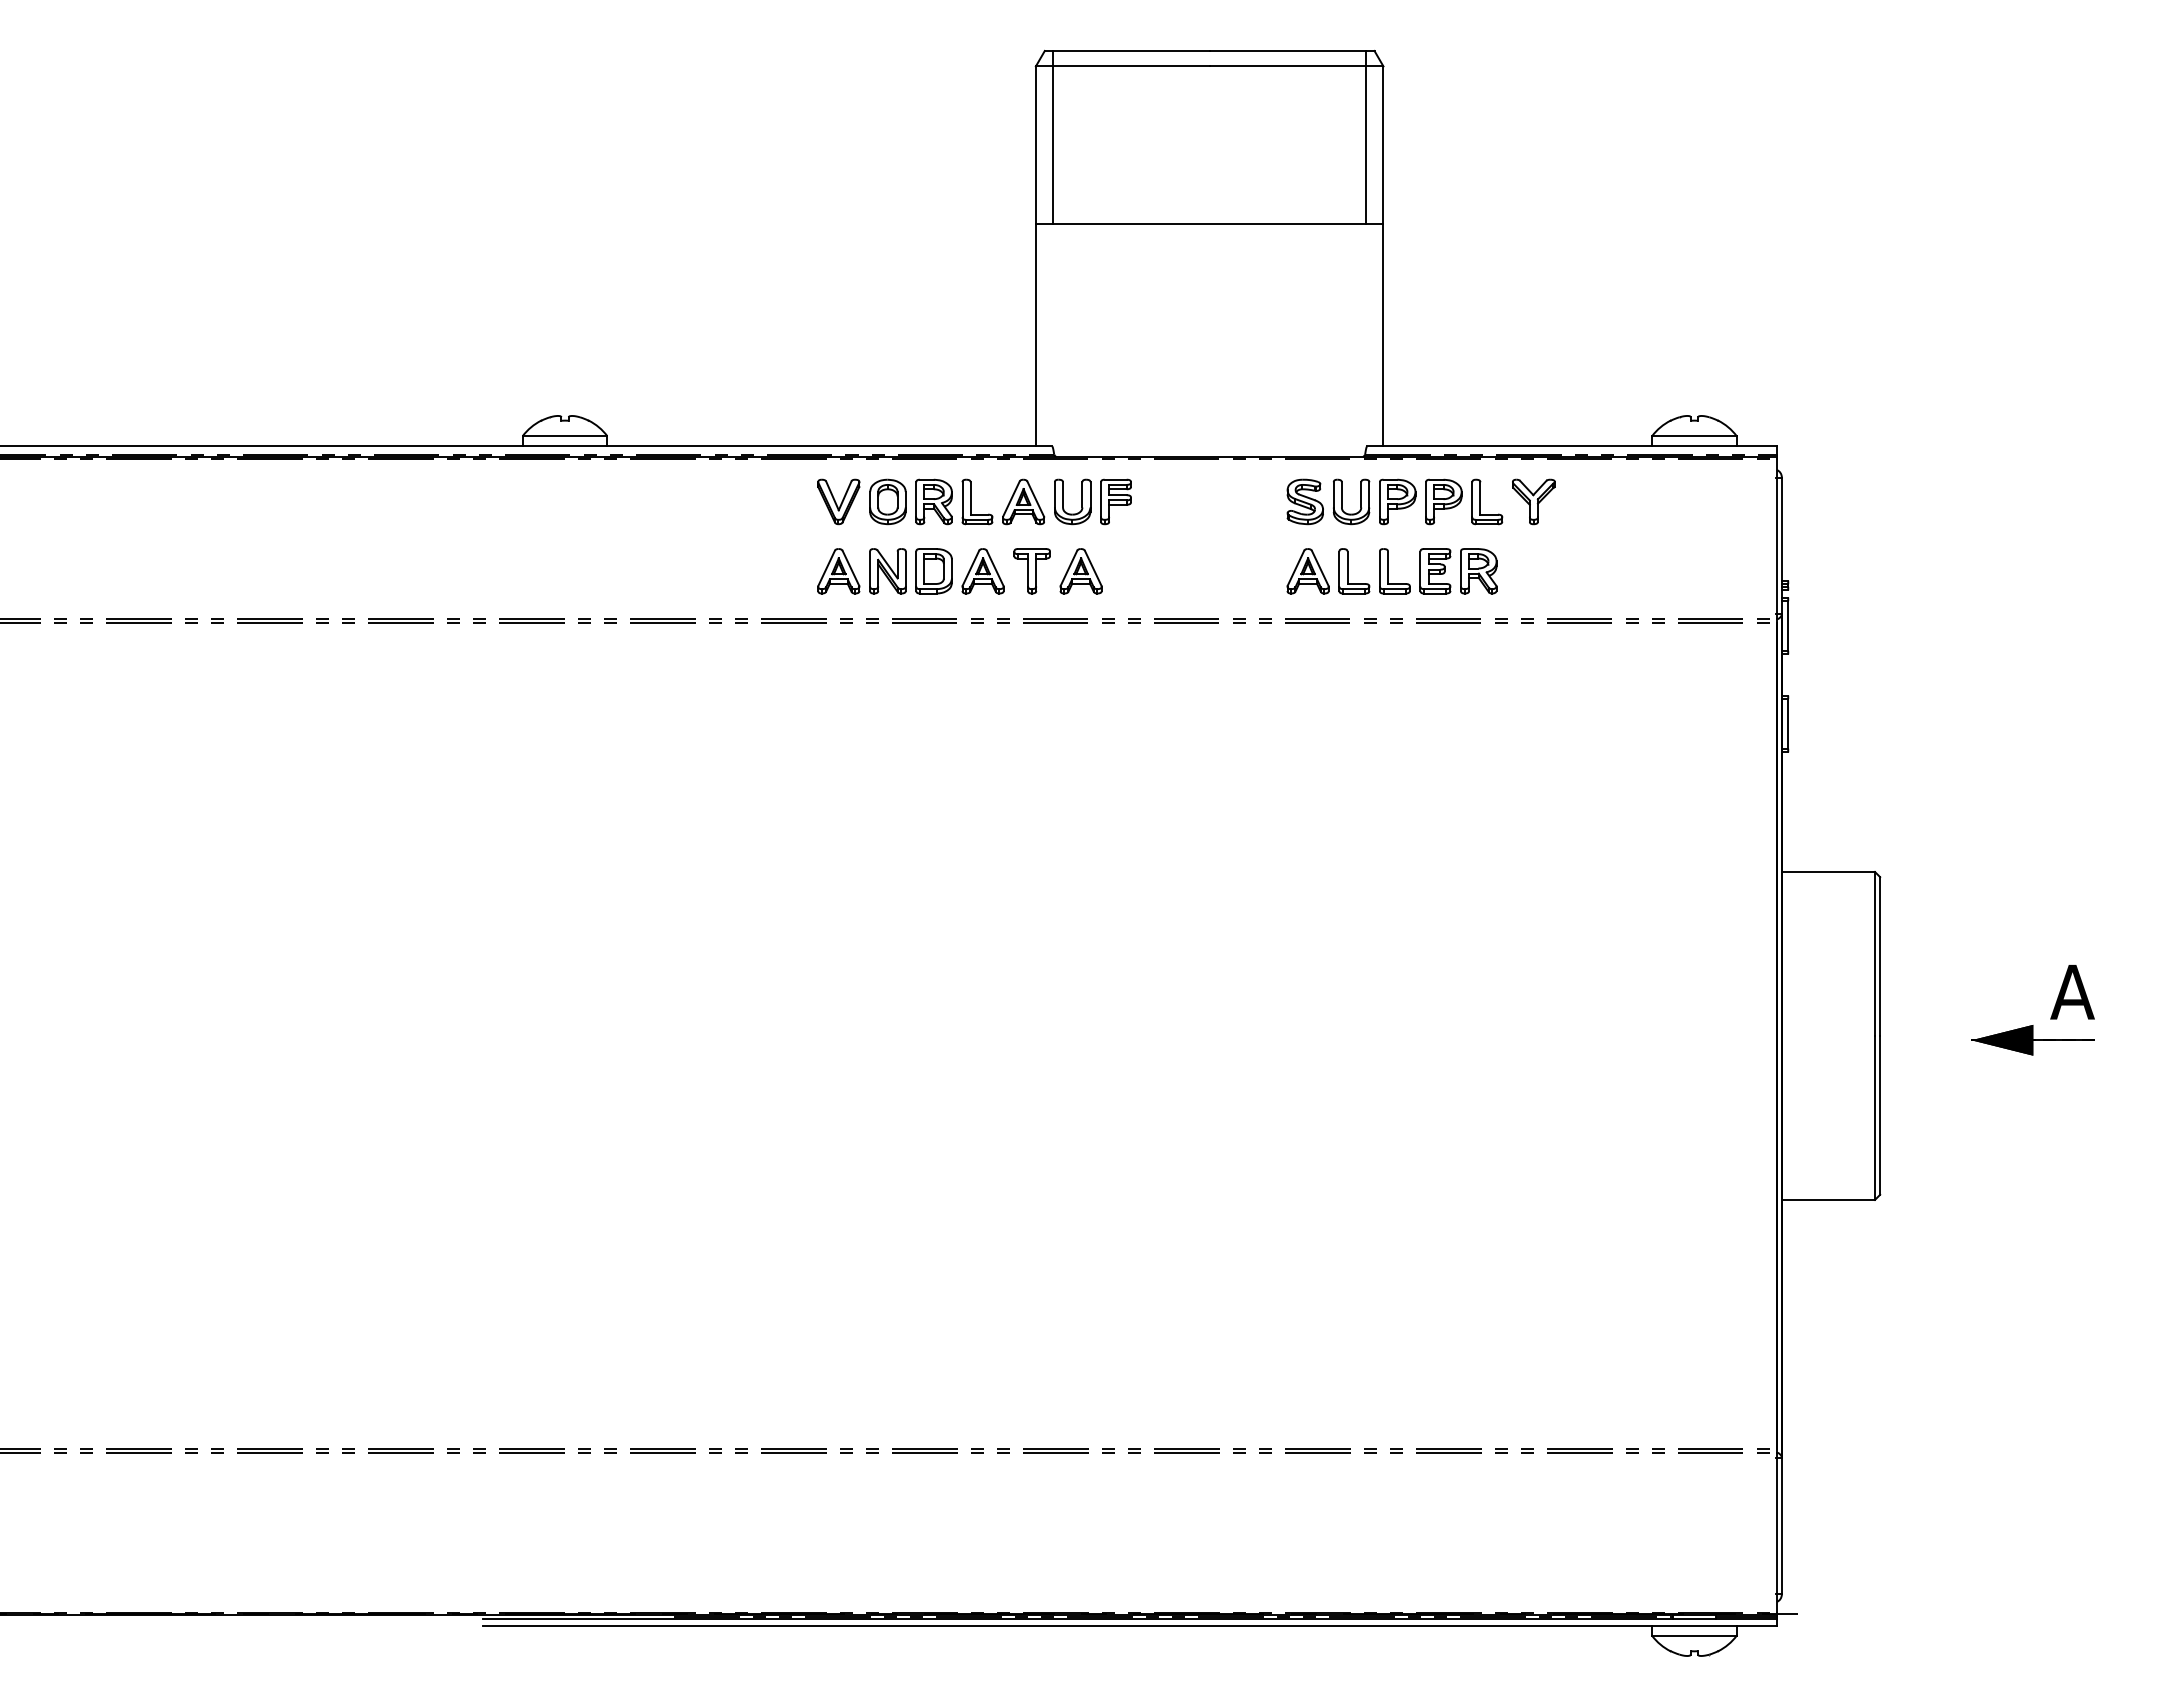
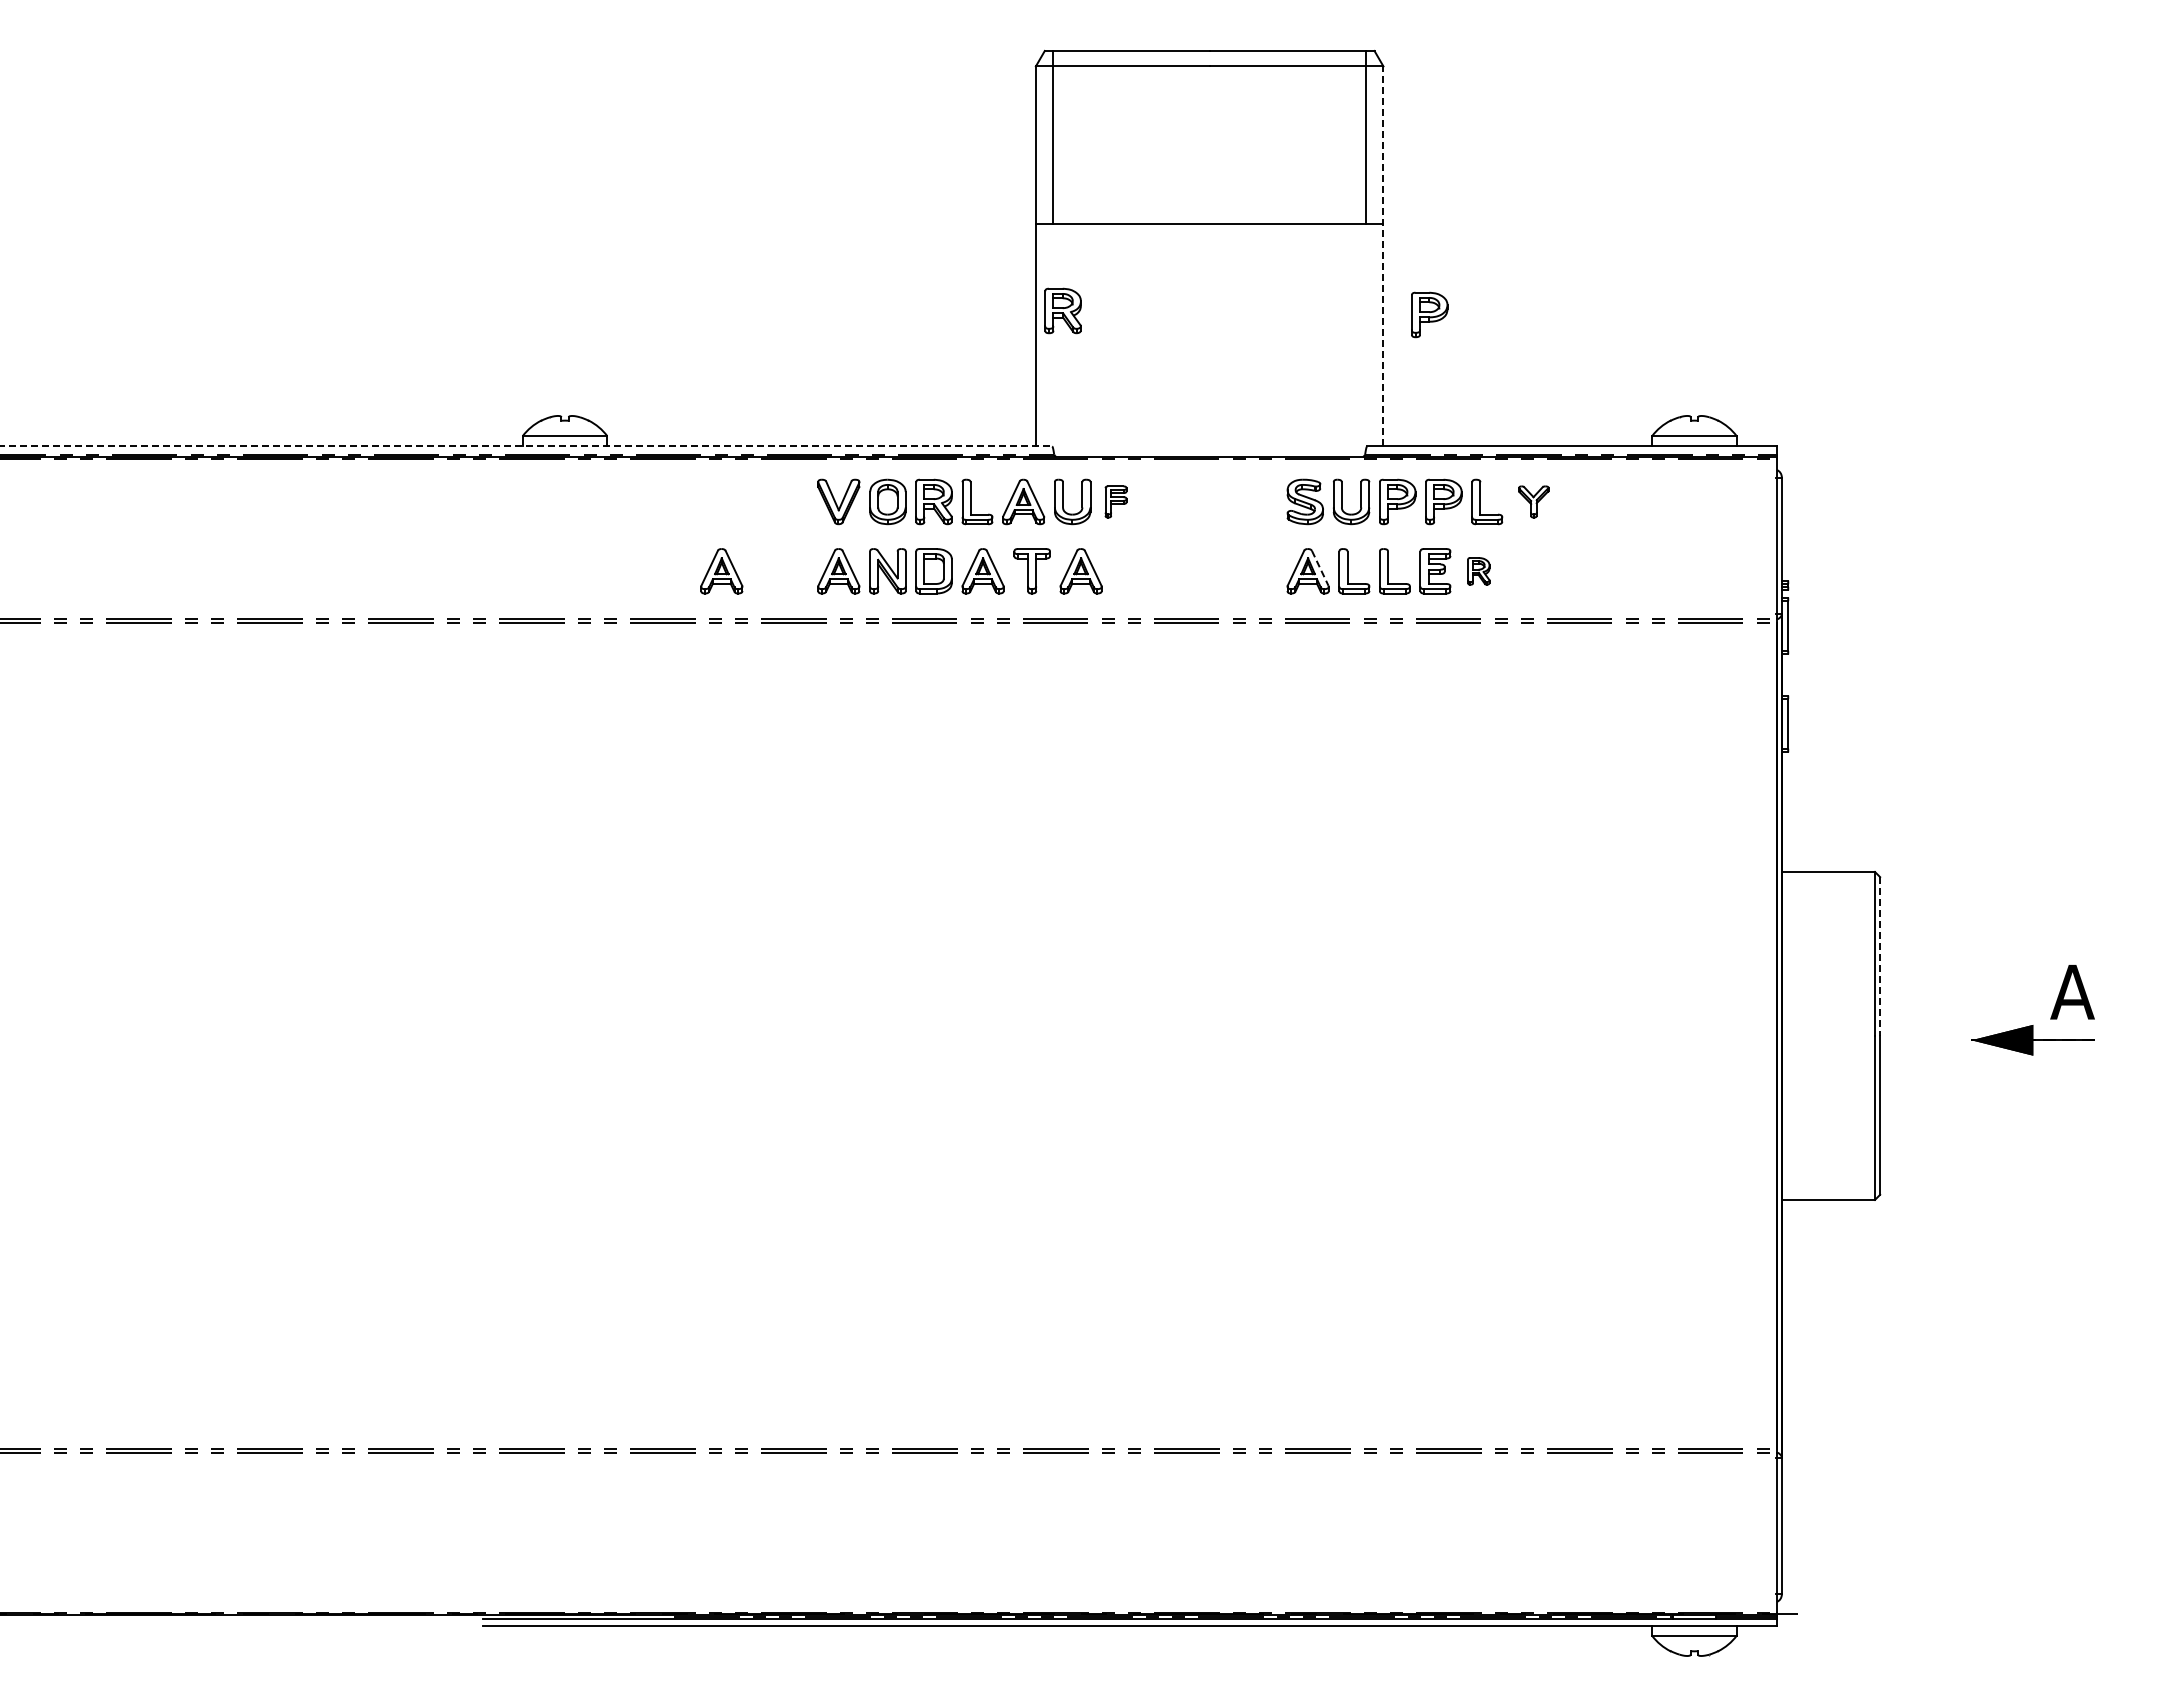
line at (1383, 255): solid -> dashed
part at (1062, 310): none -> present
part at (1429, 314): none -> present
line at (526, 446): solid -> dashed
part at (1115, 501) size: 32x48 px -> 24x34 px
part at (1533, 501) size: 44x48 px -> 32x34 px
line at (1320, 568): solid -> dashed
part at (721, 571): none -> present
part at (1478, 571) size: 38x47 px -> 24x29 px
line at (1880, 957): solid -> dashed
